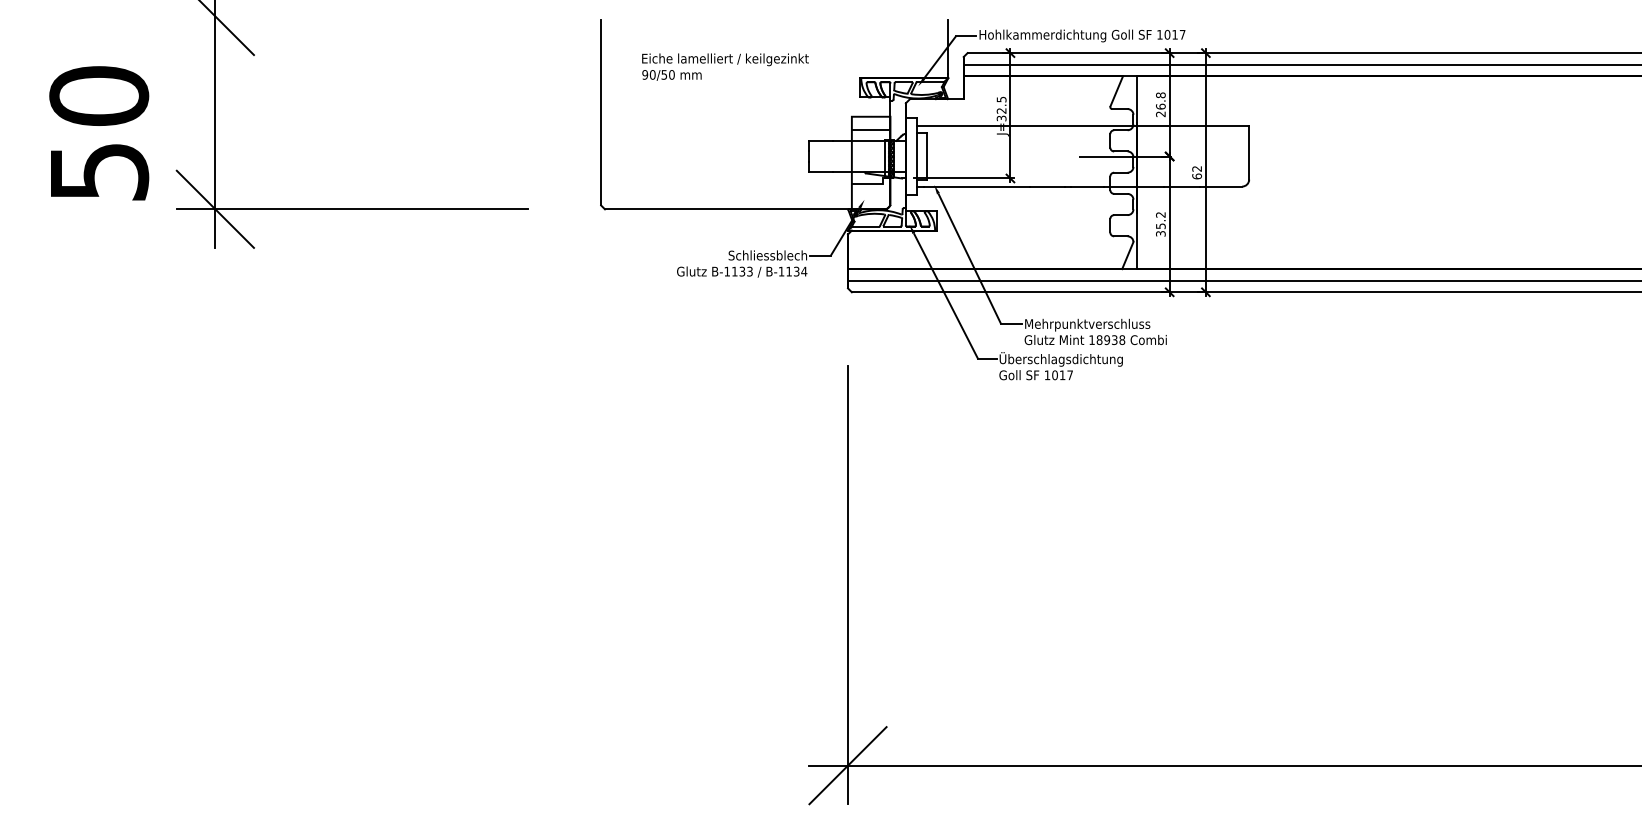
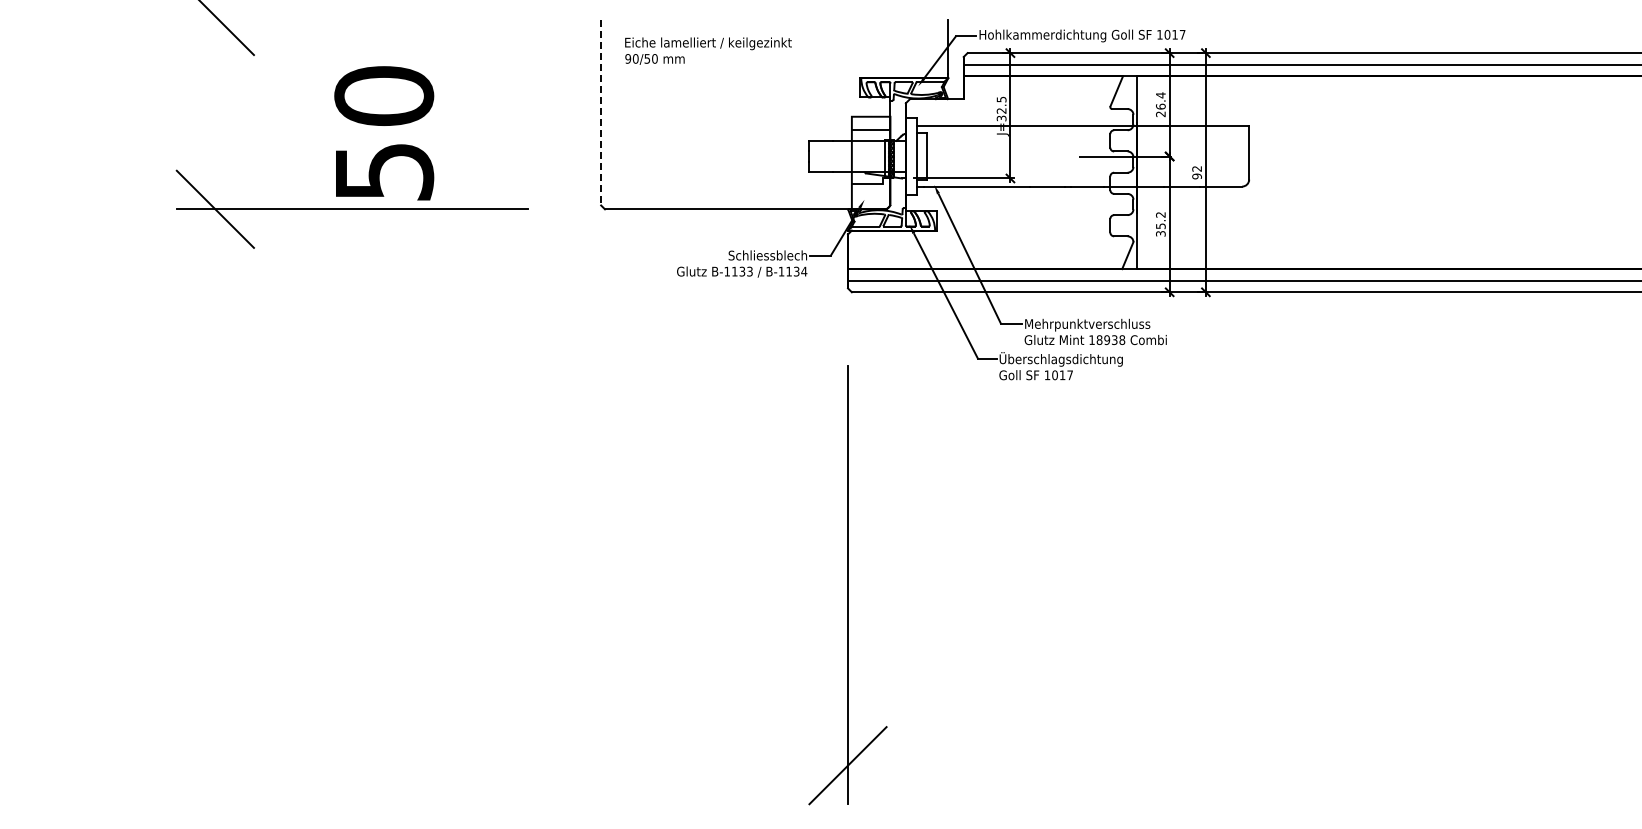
text at (725, 66) position: (725, 66) -> (708, 50)
text at (1160, 95): 26.8 -> 26.4
line at (601, 112): solid -> dashed
line at (215, 124): present -> none
text at (99, 133) position: (99, 133) -> (384, 133)
text at (1196, 176): 62 -> 92
line at (1223, 765): present -> none
